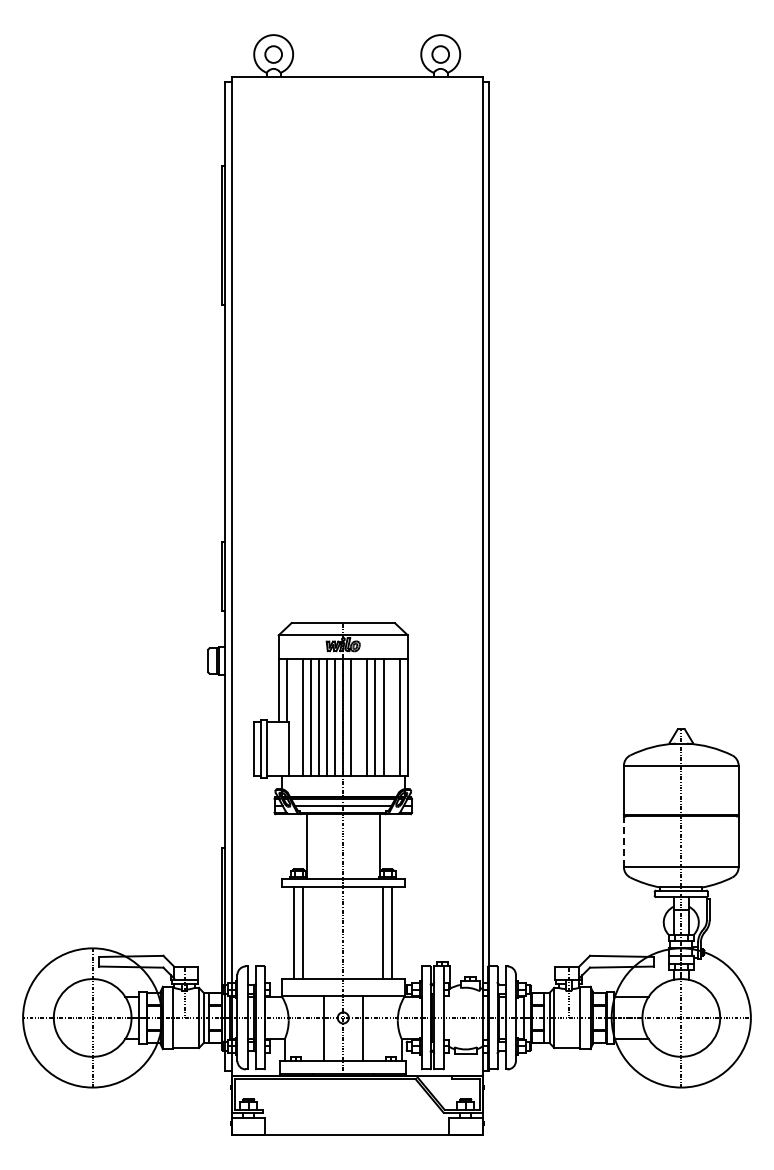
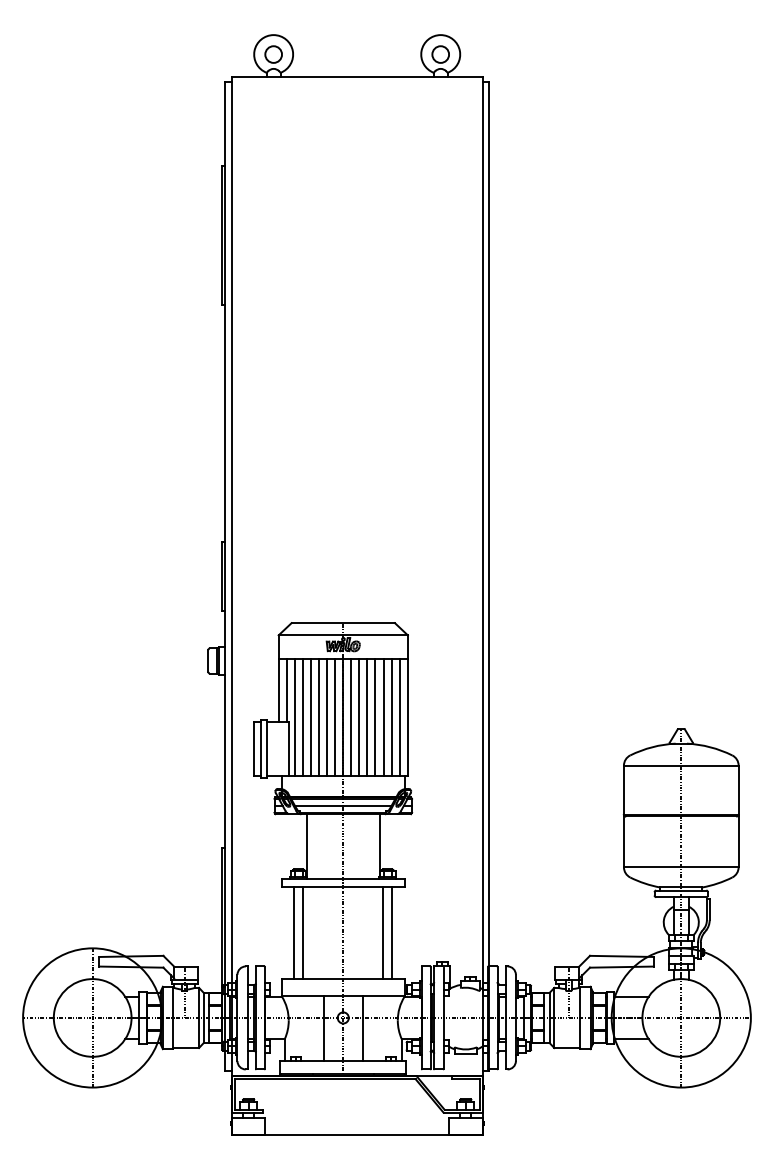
line at (295, 717): none -> present
line at (359, 717): none -> present
line at (391, 717): none -> present
line at (623, 841): dashed -> solid
